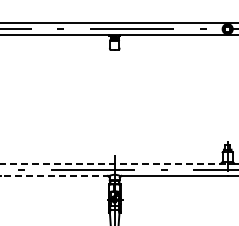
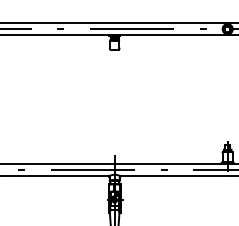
line at (114, 163): dashed -> solid
line at (54, 175): dashed -> solid
